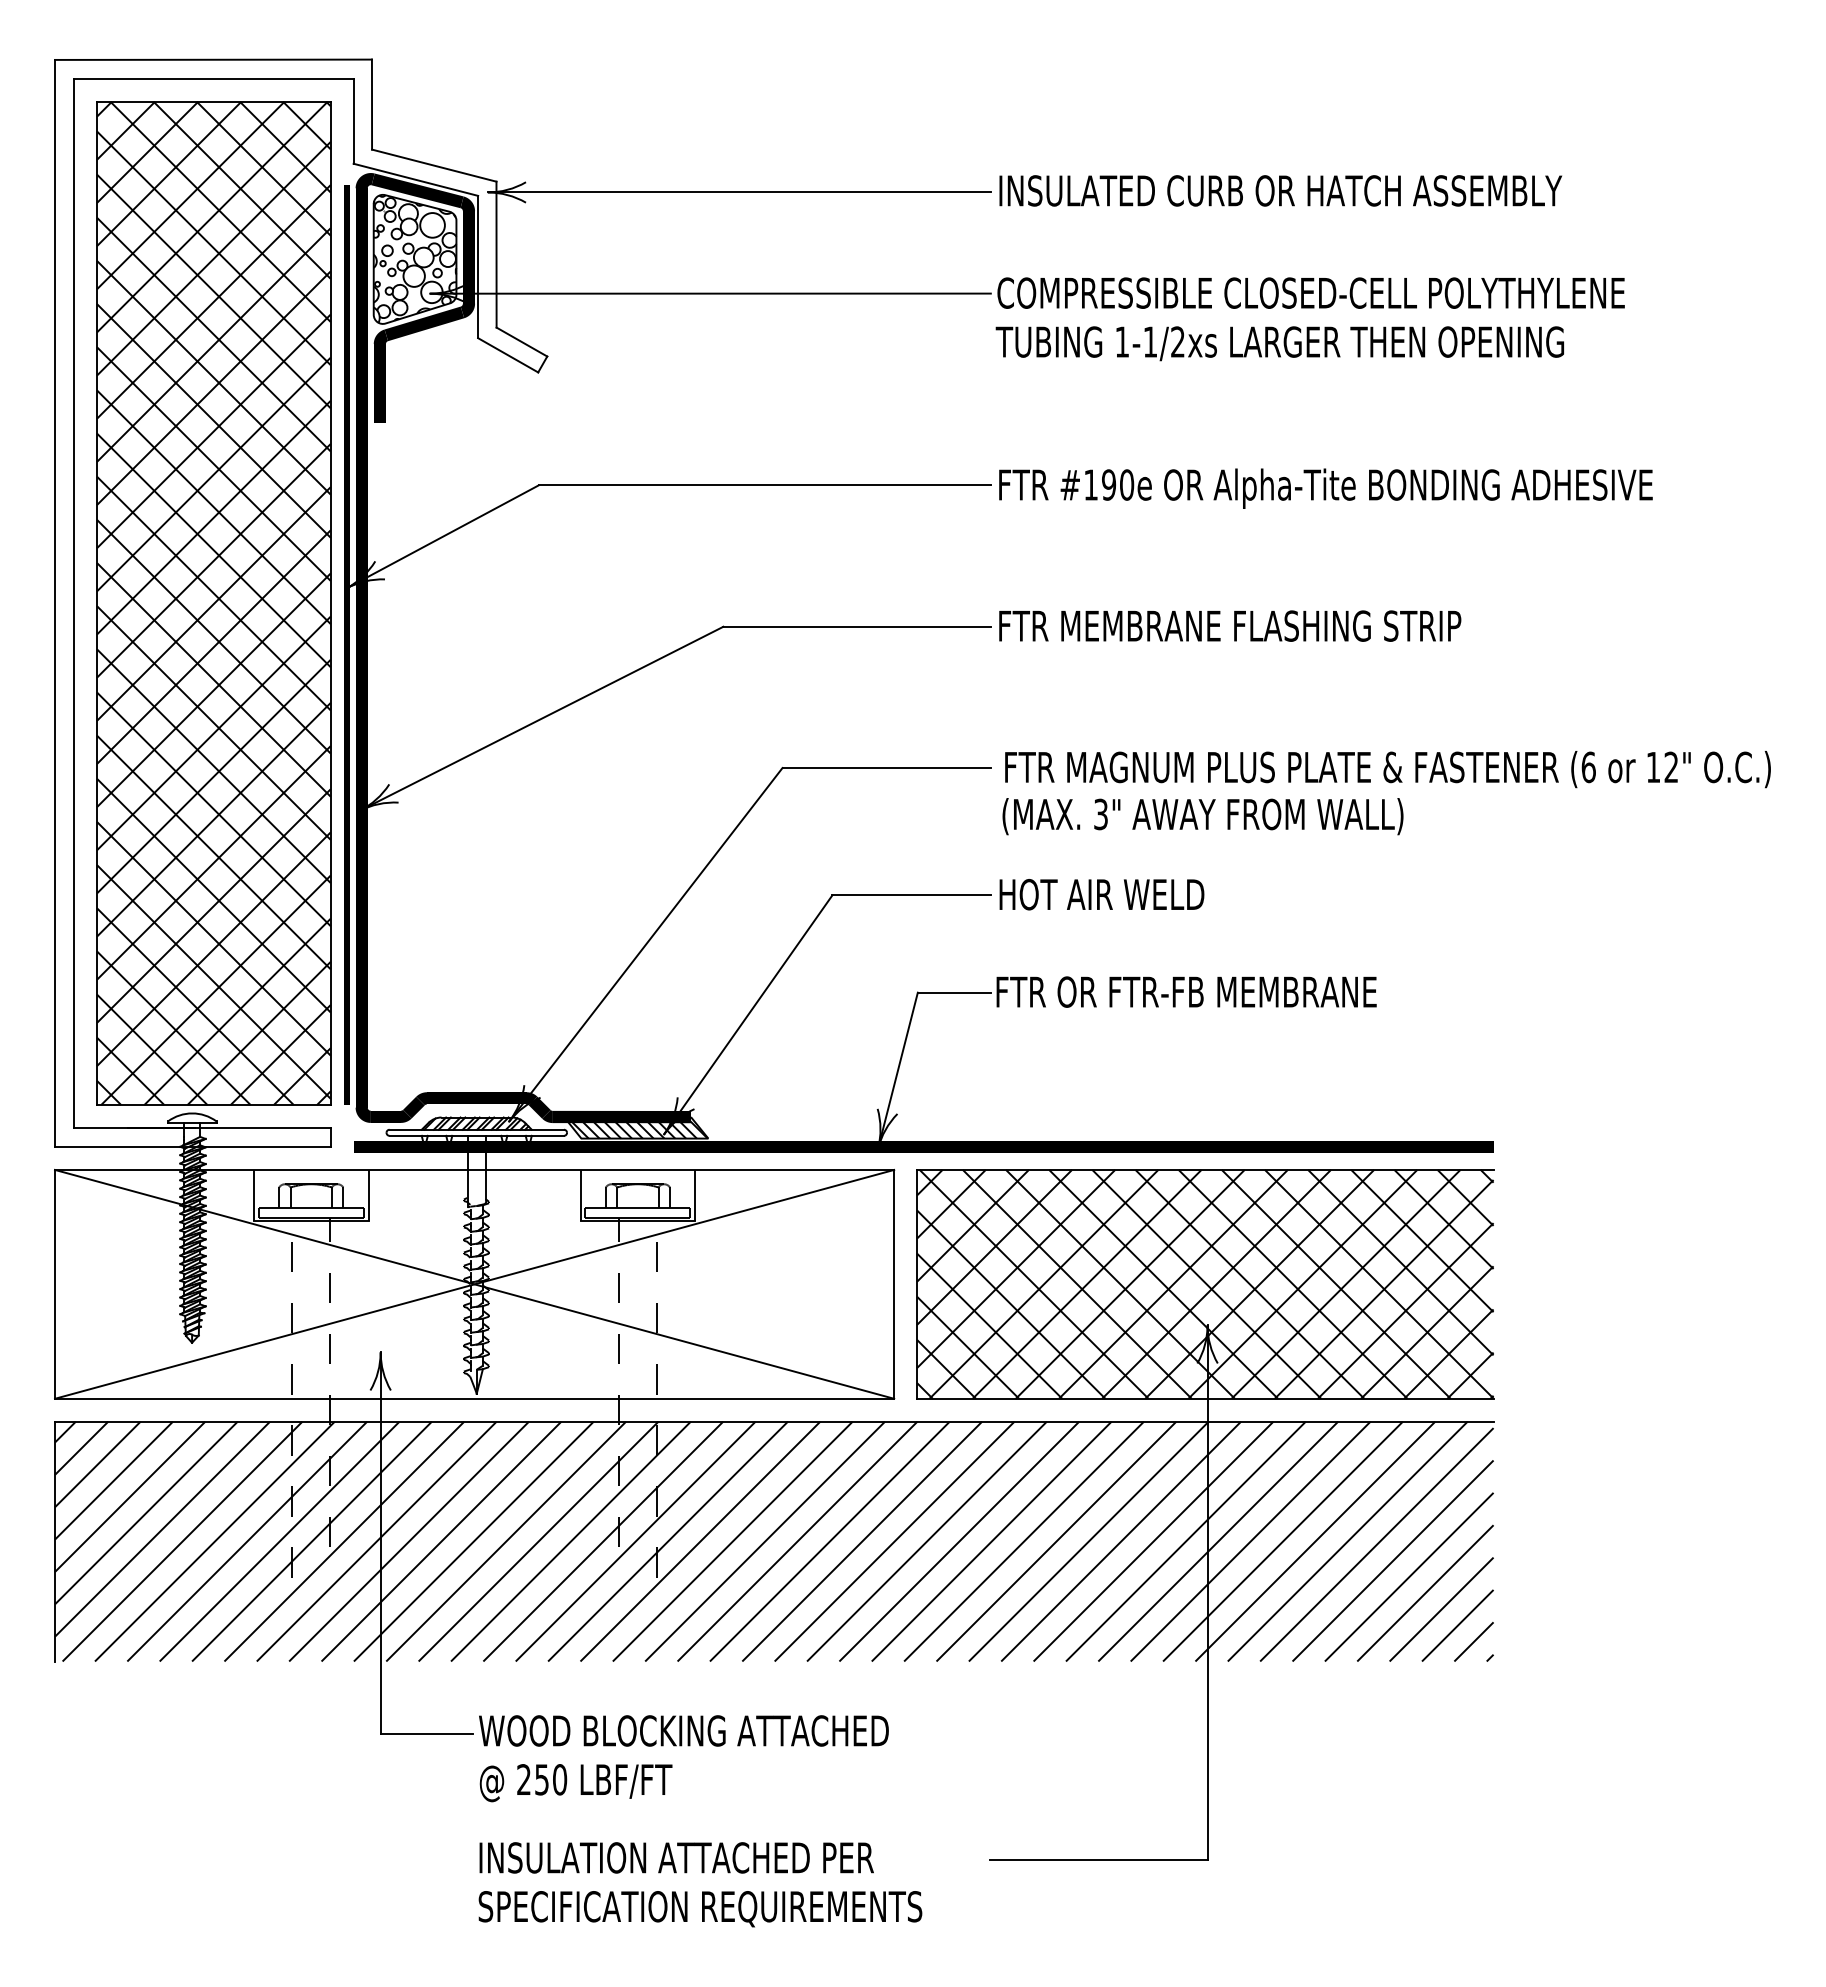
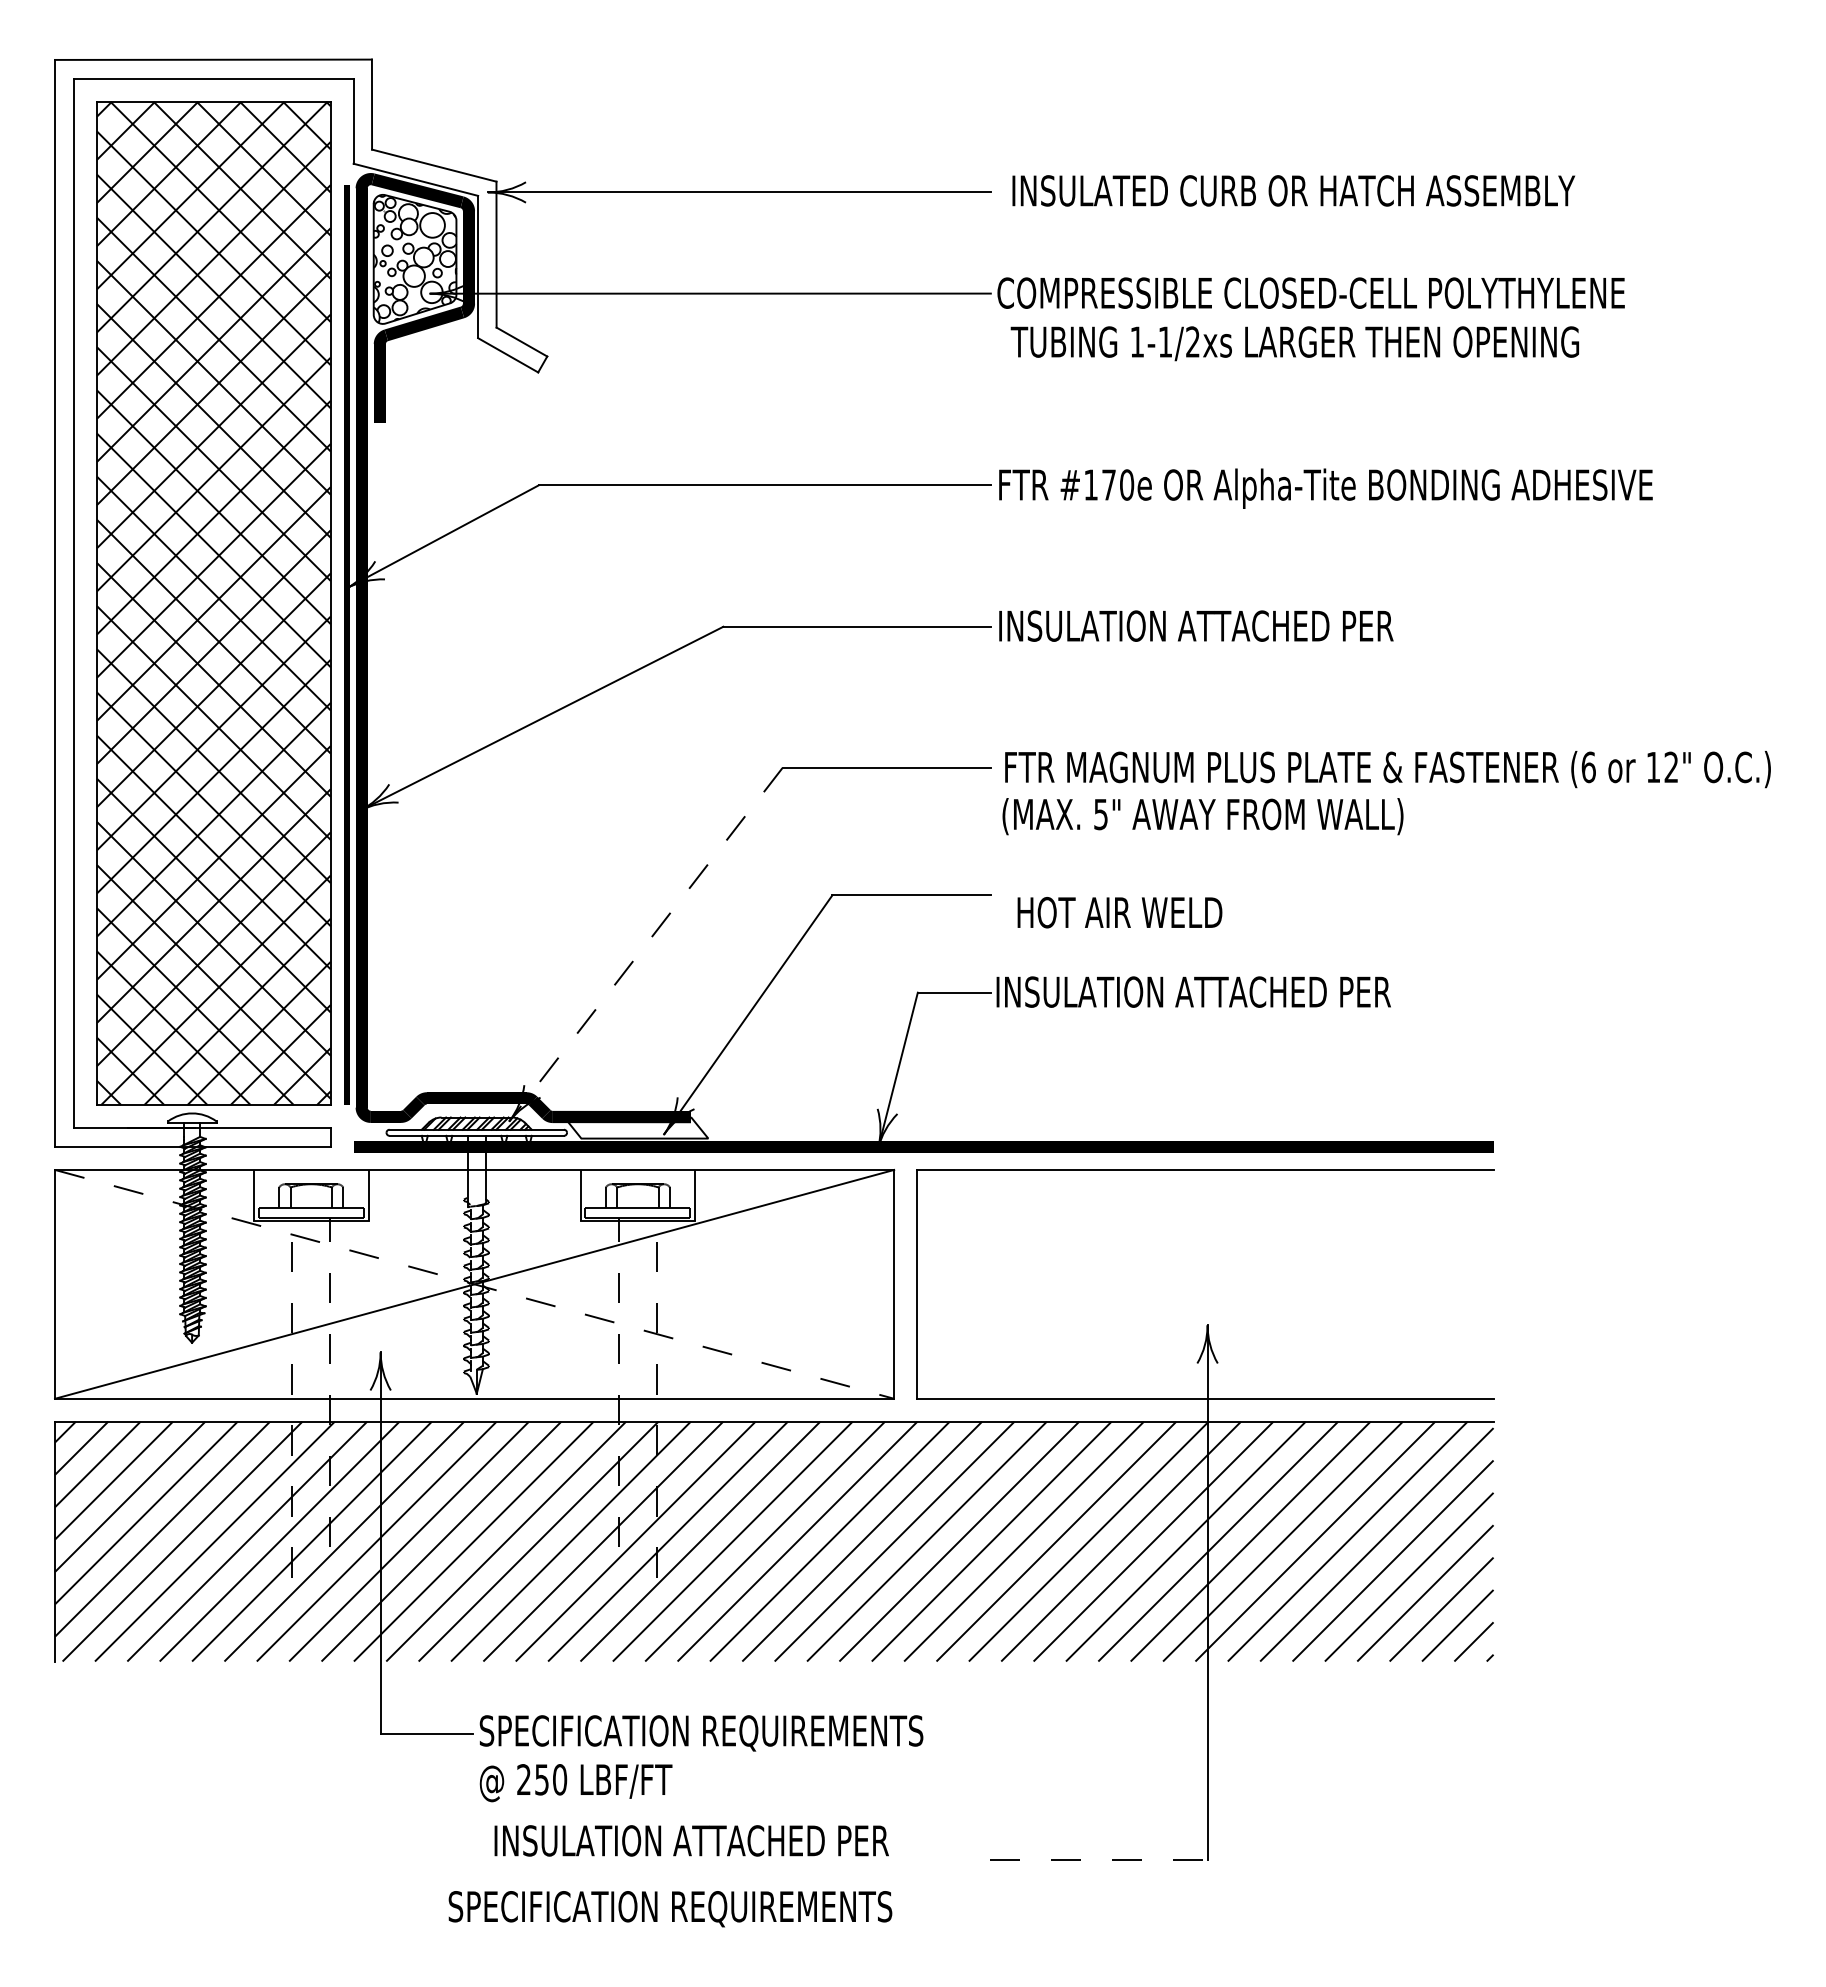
text at (1280, 190) position: (1280, 190) -> (1293, 190)
text at (1279, 343) position: (1279, 343) -> (1294, 343)
text at (1109, 484): #190e -> #170e
text at (1231, 625): FTR MEMBRANE FLASHING STRIP -> INSULATION ATTACHED PER
text at (1101, 813): 3" -> 5"
text at (1101, 894) position: (1101, 894) -> (1119, 912)
line at (645, 945): solid -> dashed
text at (1194, 991): FTR OR FTR-FB MEMBRANE -> INSULATION ATTACHED PER
hatch at (637, 1127): present -> none
hatch at (1205, 1283): present -> none
line at (474, 1284): solid -> dashed
text at (701, 1733): WOOD BLOCKING ATTACHED -> SPECIFICATION REQUIREMENTS
text at (676, 1857) position: (676, 1857) -> (691, 1840)
line at (1099, 1860): solid -> dashed
text at (700, 1909) position: (700, 1909) -> (670, 1909)
